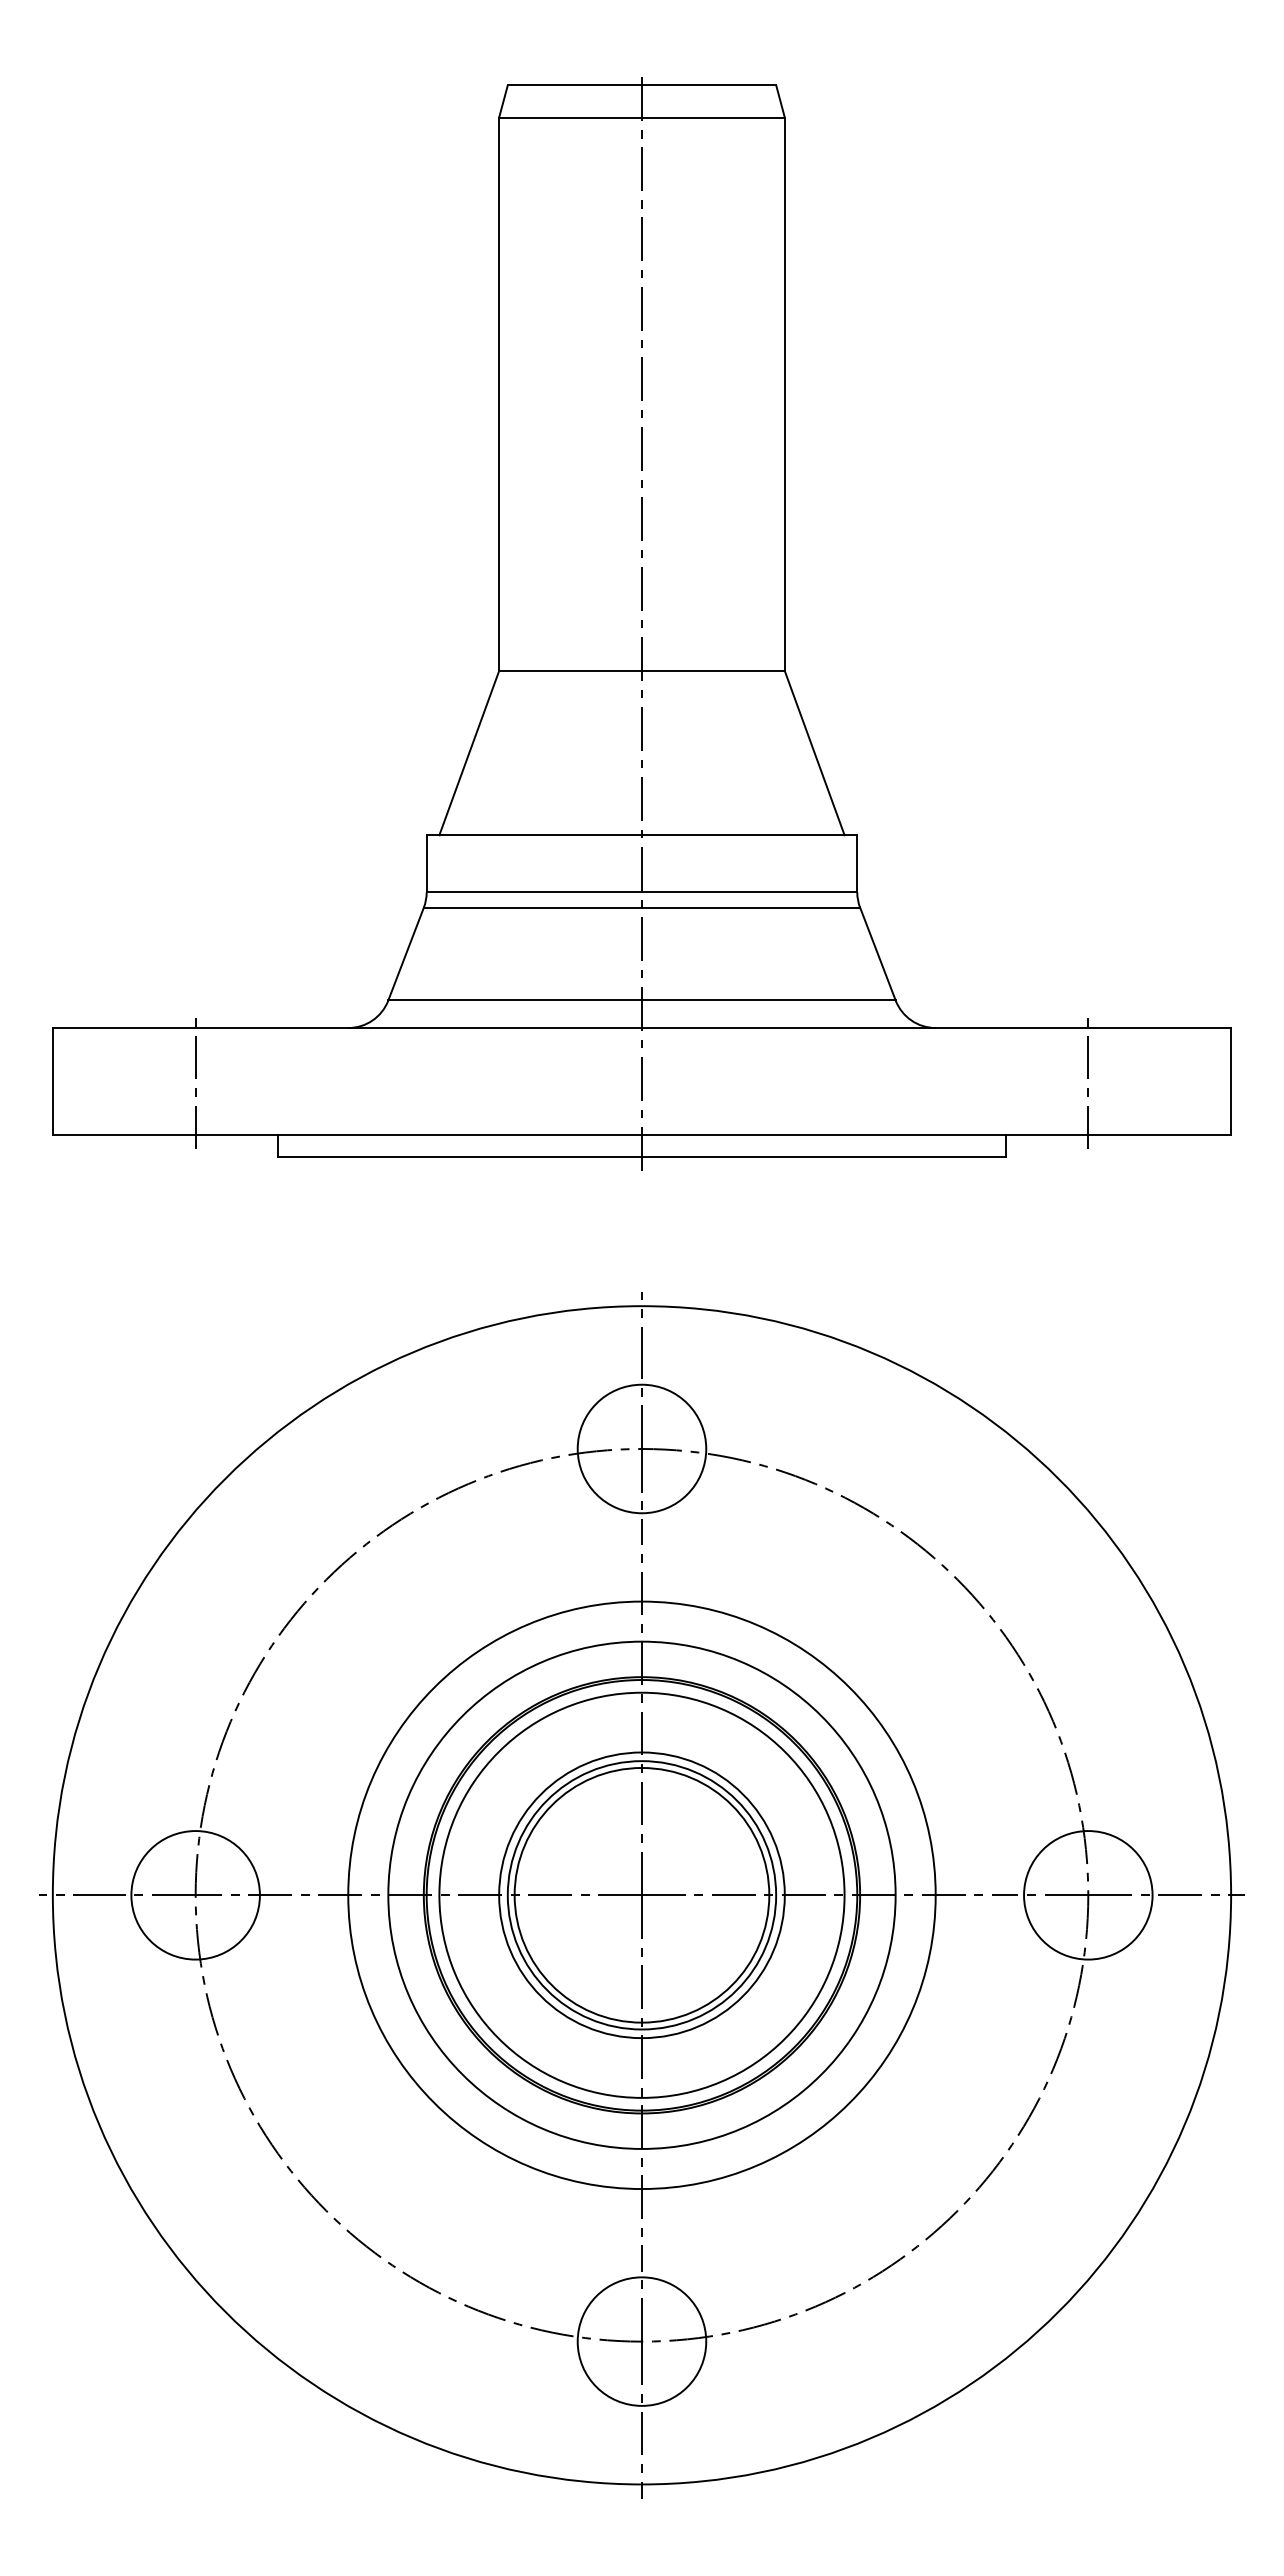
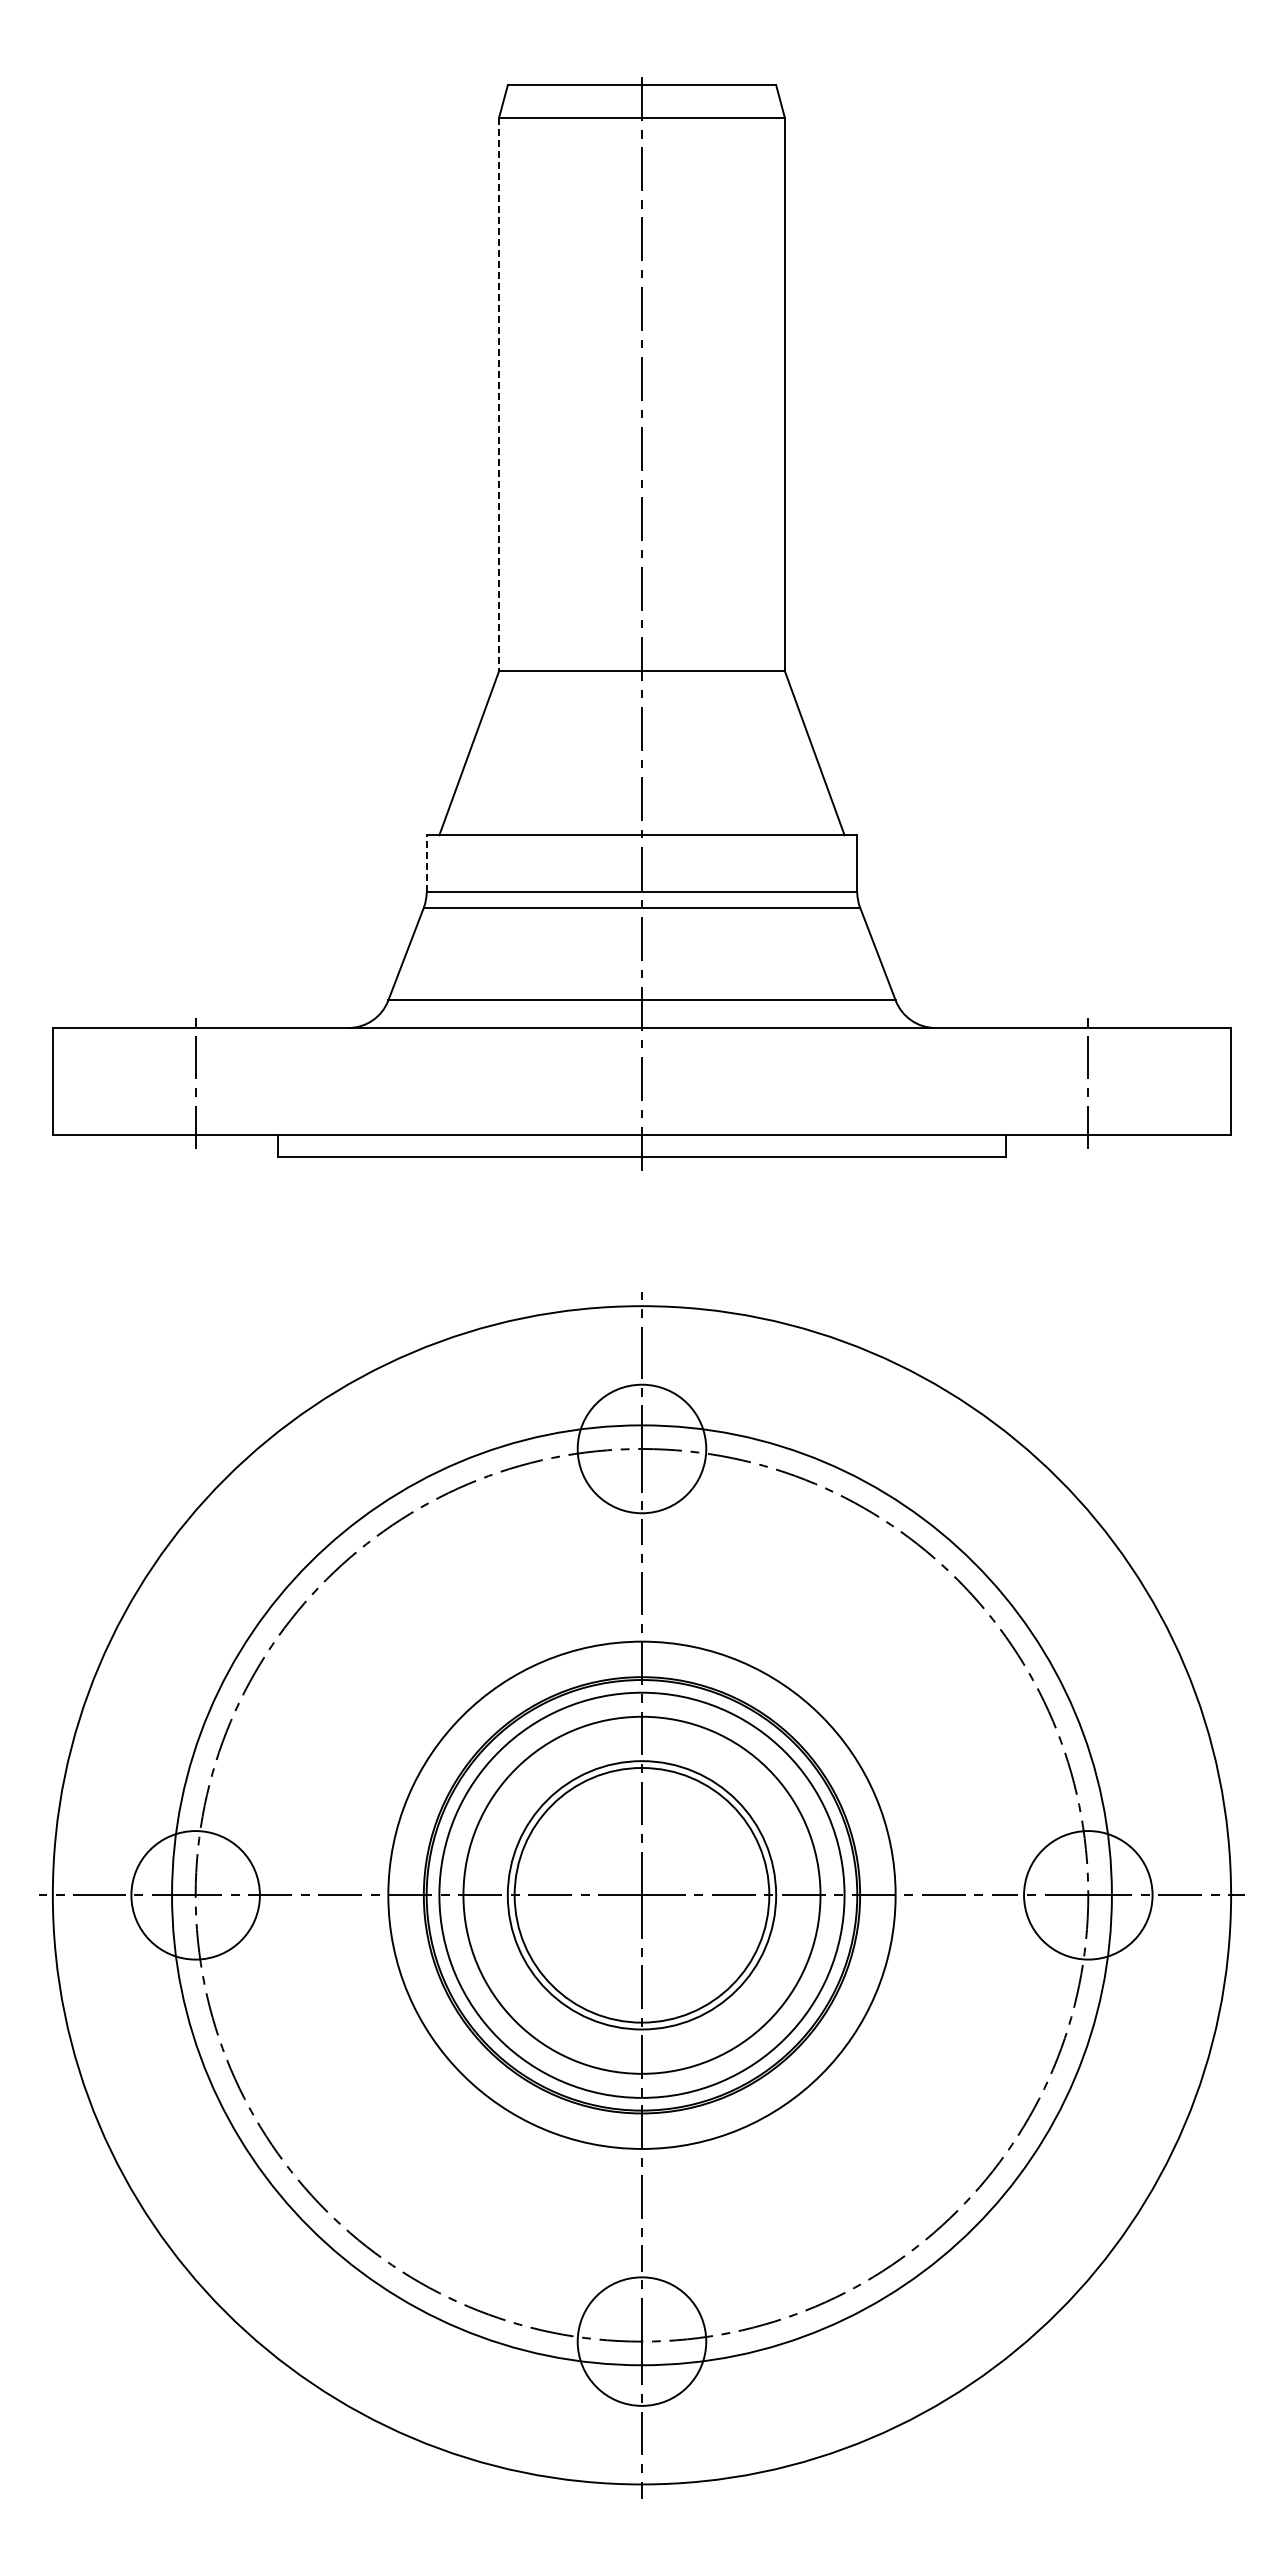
line at (499, 394): solid -> dashed
line at (426, 863): solid -> dashed
circle at (641, 1895) diameter: 286 px -> 357 px
circle at (641, 1895) diameter: 587 px -> 940 px
